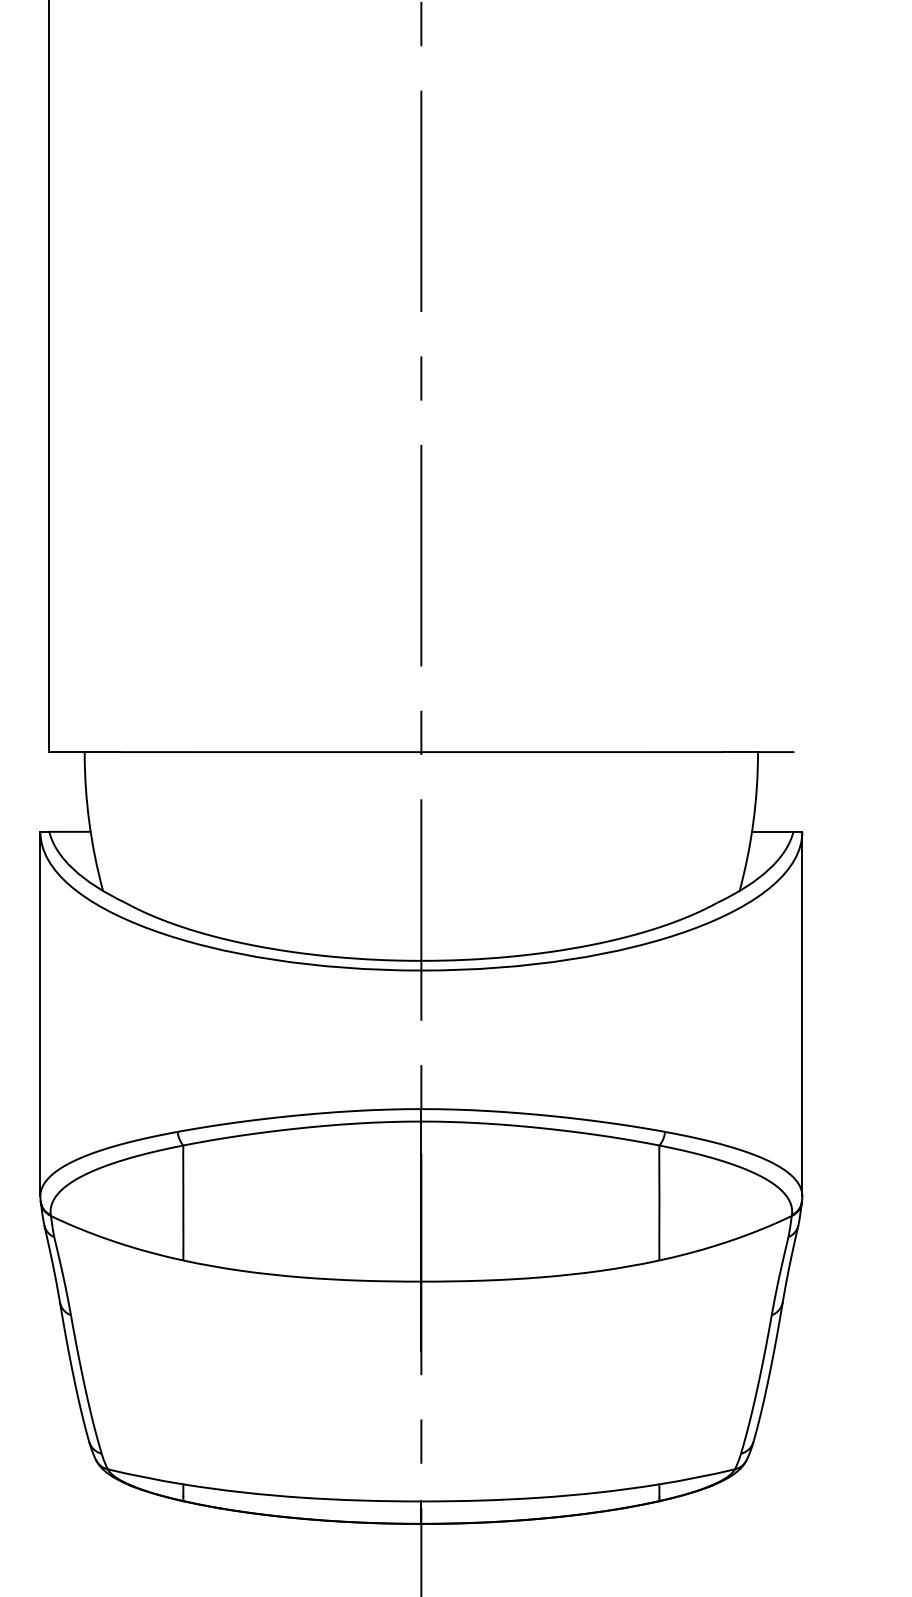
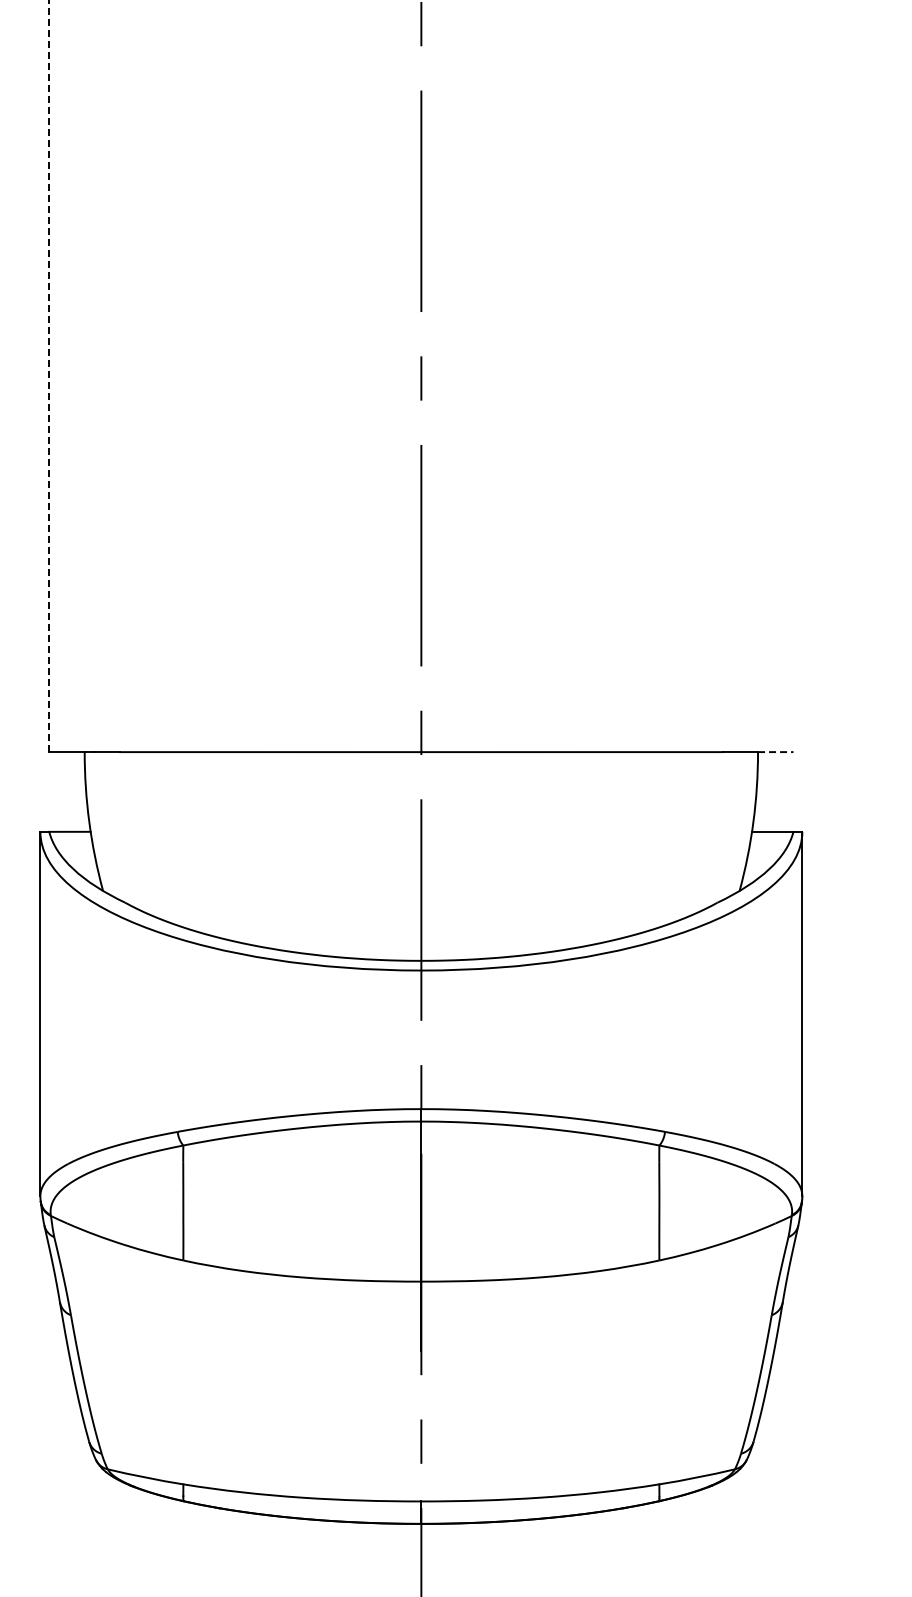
line at (49, 376): solid -> dashed
line at (775, 752): solid -> dashed
